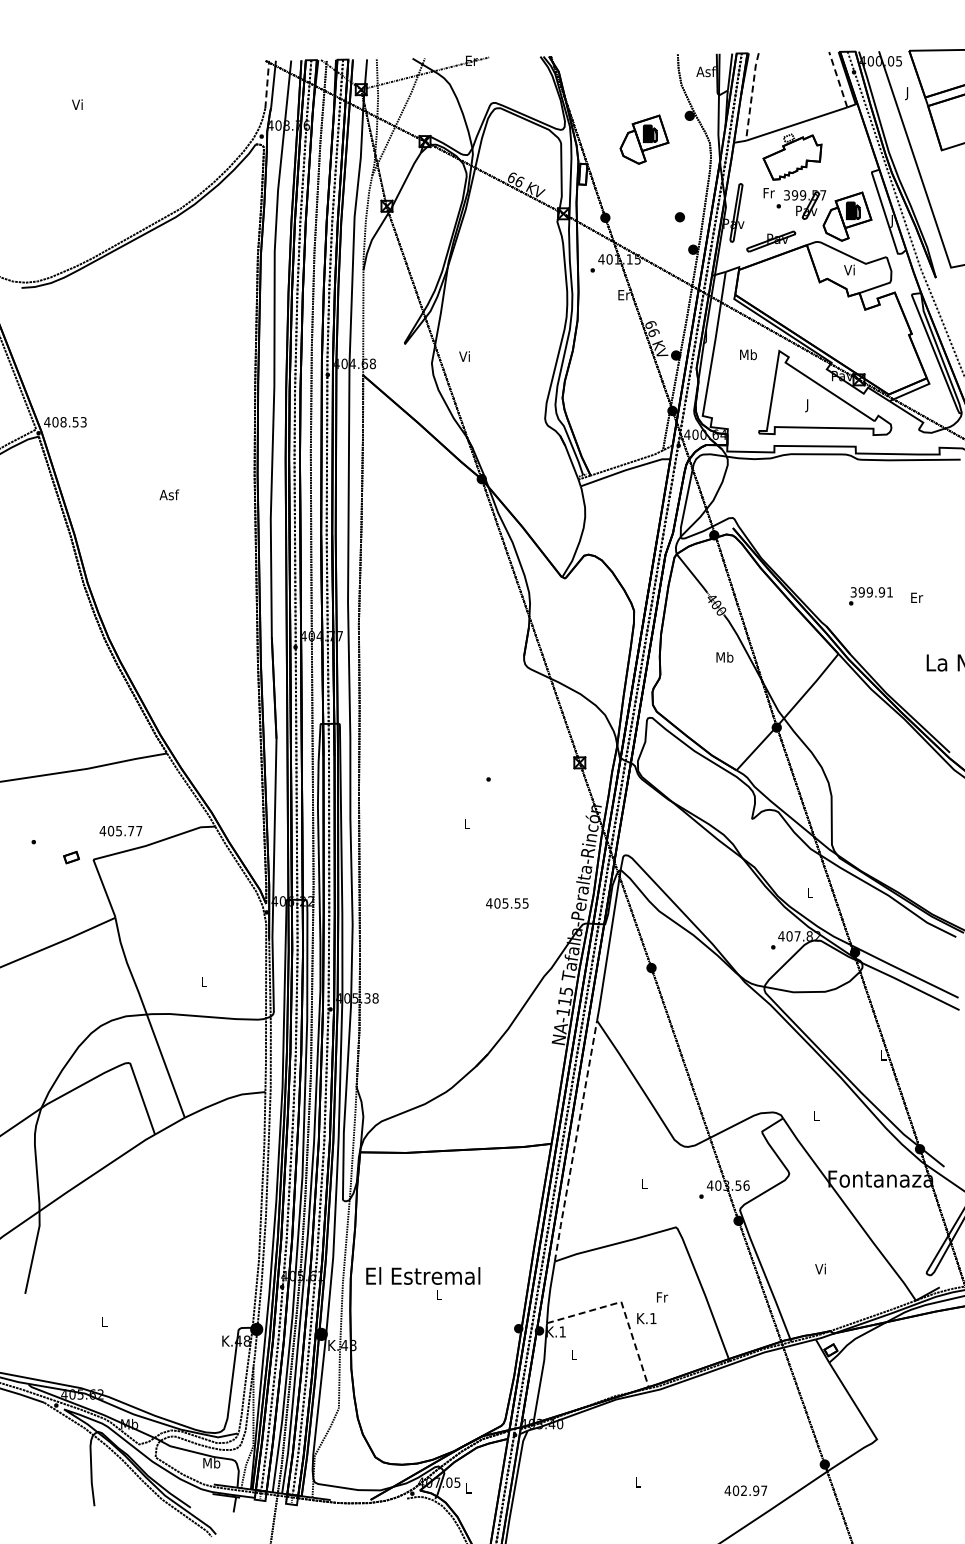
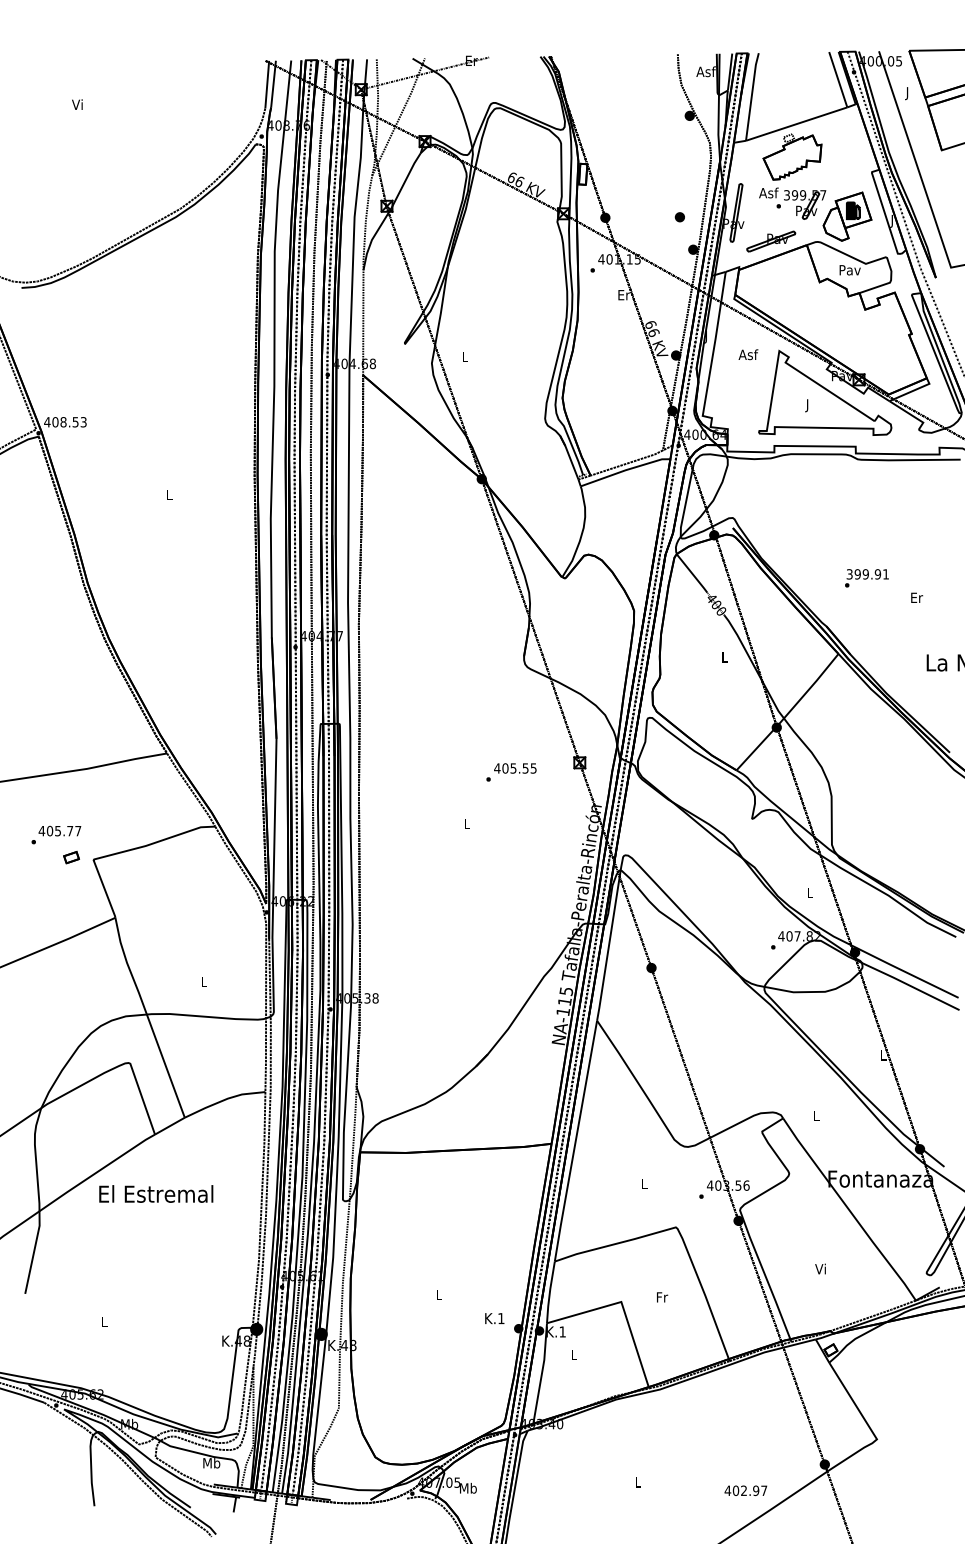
line at (838, 79): dashed -> solid
line at (267, 84): dashed -> solid
line at (751, 96): dashed -> solid
part at (644, 139): present -> none
text at (768, 192): Fr -> Asf
text at (849, 269): Vi -> Pav
text at (748, 354): Mb -> Asf
text at (464, 356): Vi -> L
text at (169, 494): Asf -> L
text at (870, 596) position: (870, 596) -> (866, 578)
text at (724, 657): Mb -> L
text at (120, 830) position: (120, 830) -> (59, 830)
text at (507, 903) position: (507, 903) -> (515, 768)
line at (575, 1141): dashed -> solid
text at (423, 1275) position: (423, 1275) -> (156, 1193)
line at (623, 1307): dashed -> solid
text at (646, 1318) position: (646, 1318) -> (494, 1318)
text at (468, 1487): L -> Mb
